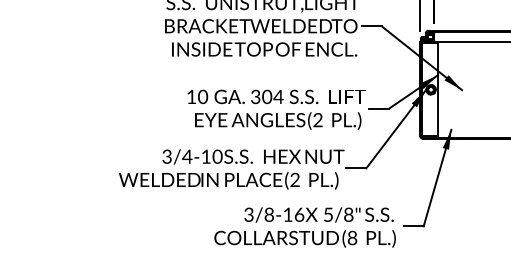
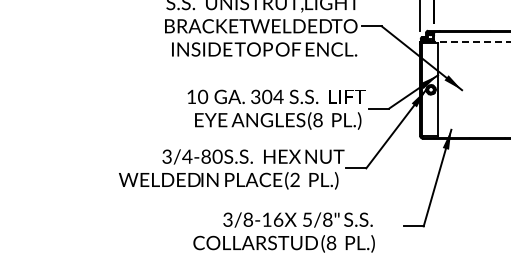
line at (472, 41): solid -> dashed
text at (317, 120): (2 -> (8
text at (205, 156): 3/4-10 -> 3/4-80
text at (304, 227) position: (304, 227) -> (283, 232)
